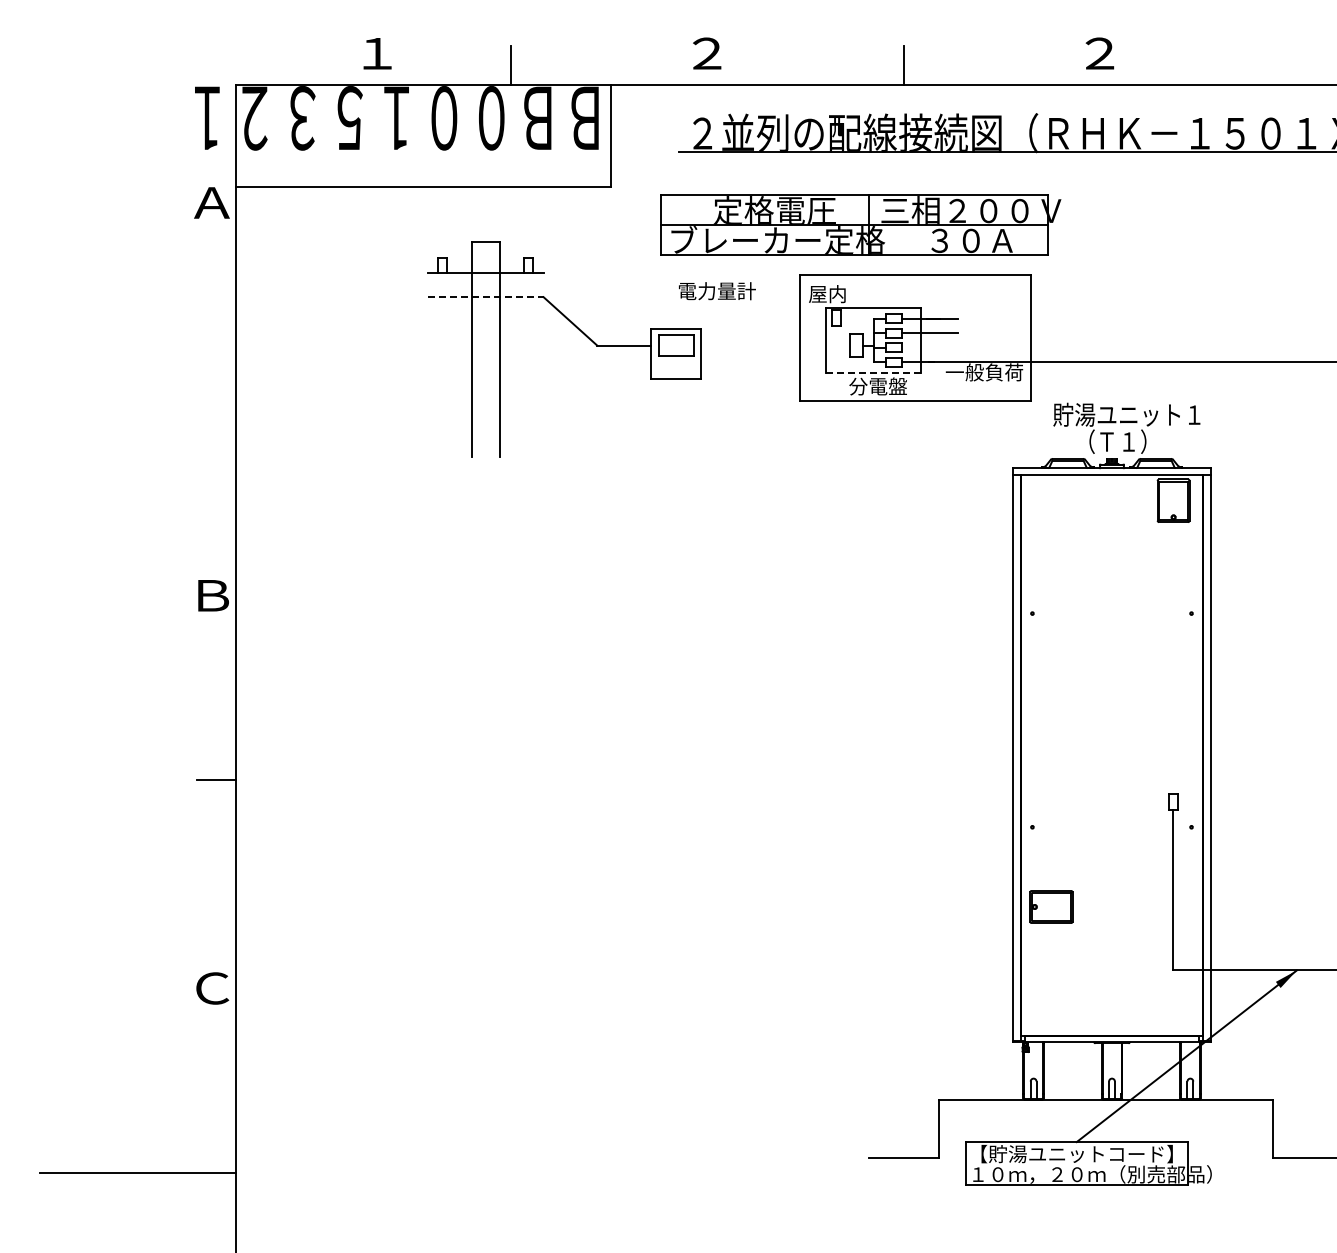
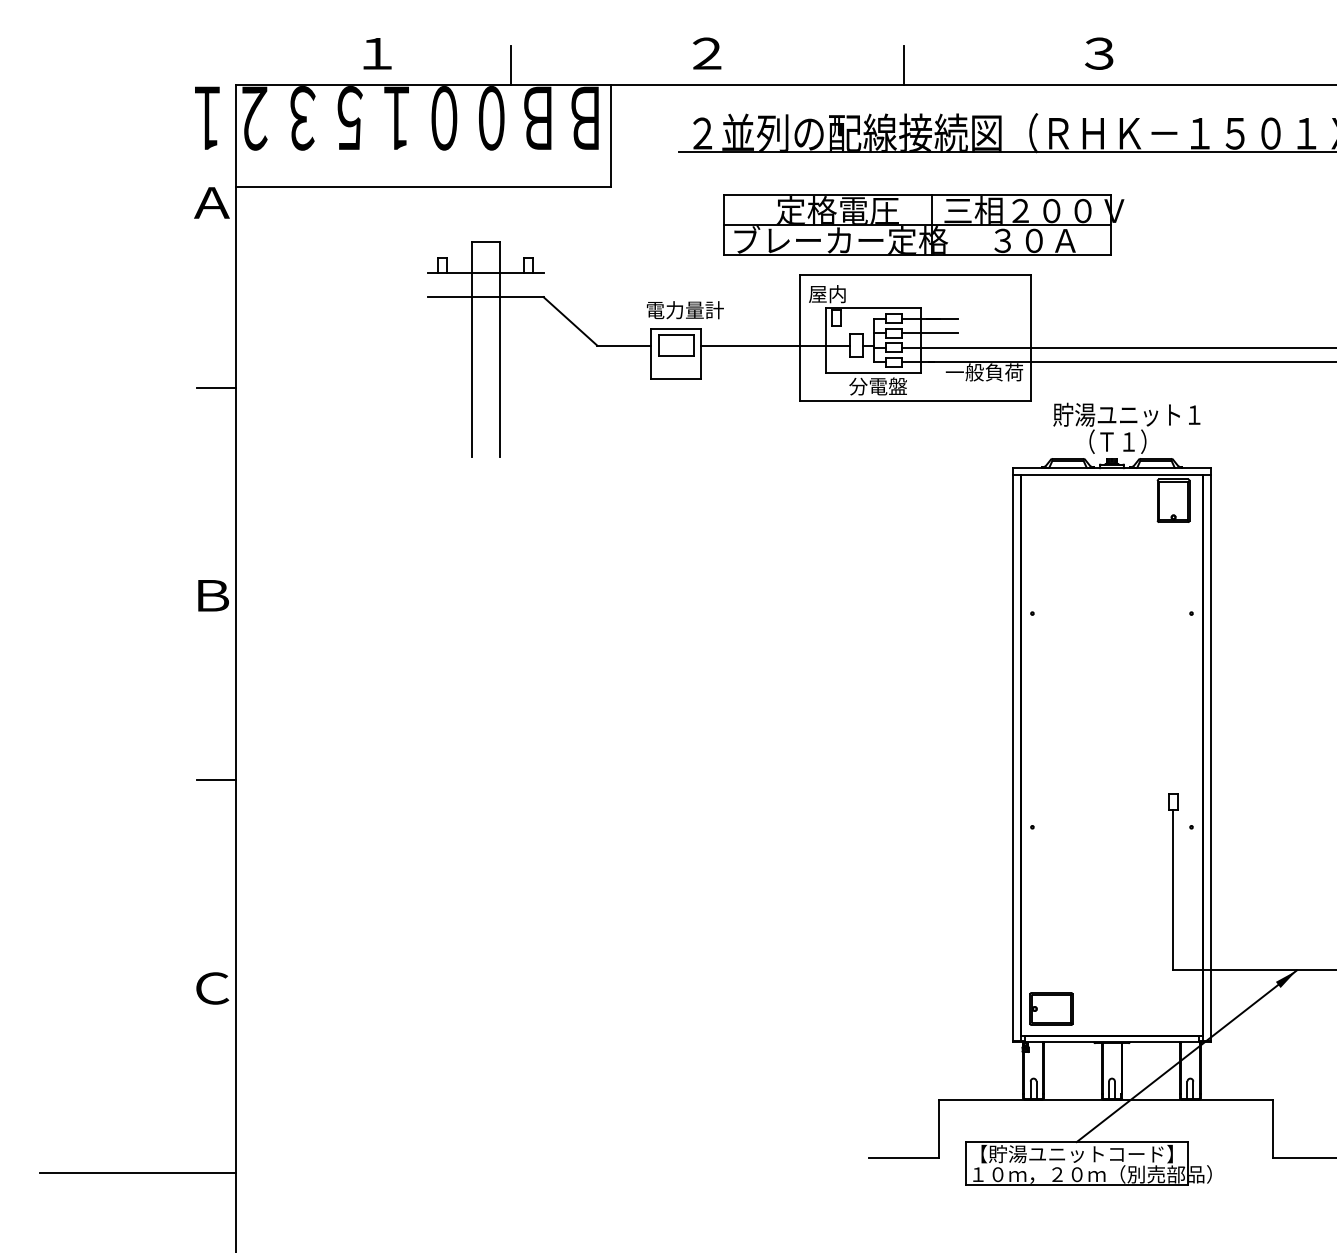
text at (1099, 53): ２ -> ３
part at (860, 224) position: (860, 224) -> (923, 224)
text at (717, 291) position: (717, 291) -> (685, 310)
line at (486, 297): dashed -> solid
line at (775, 345): none -> present
line at (1117, 347): none -> present
line at (874, 373): dashed -> solid
line at (216, 387): none -> present
part at (1051, 906) position: (1051, 906) -> (1051, 1008)
